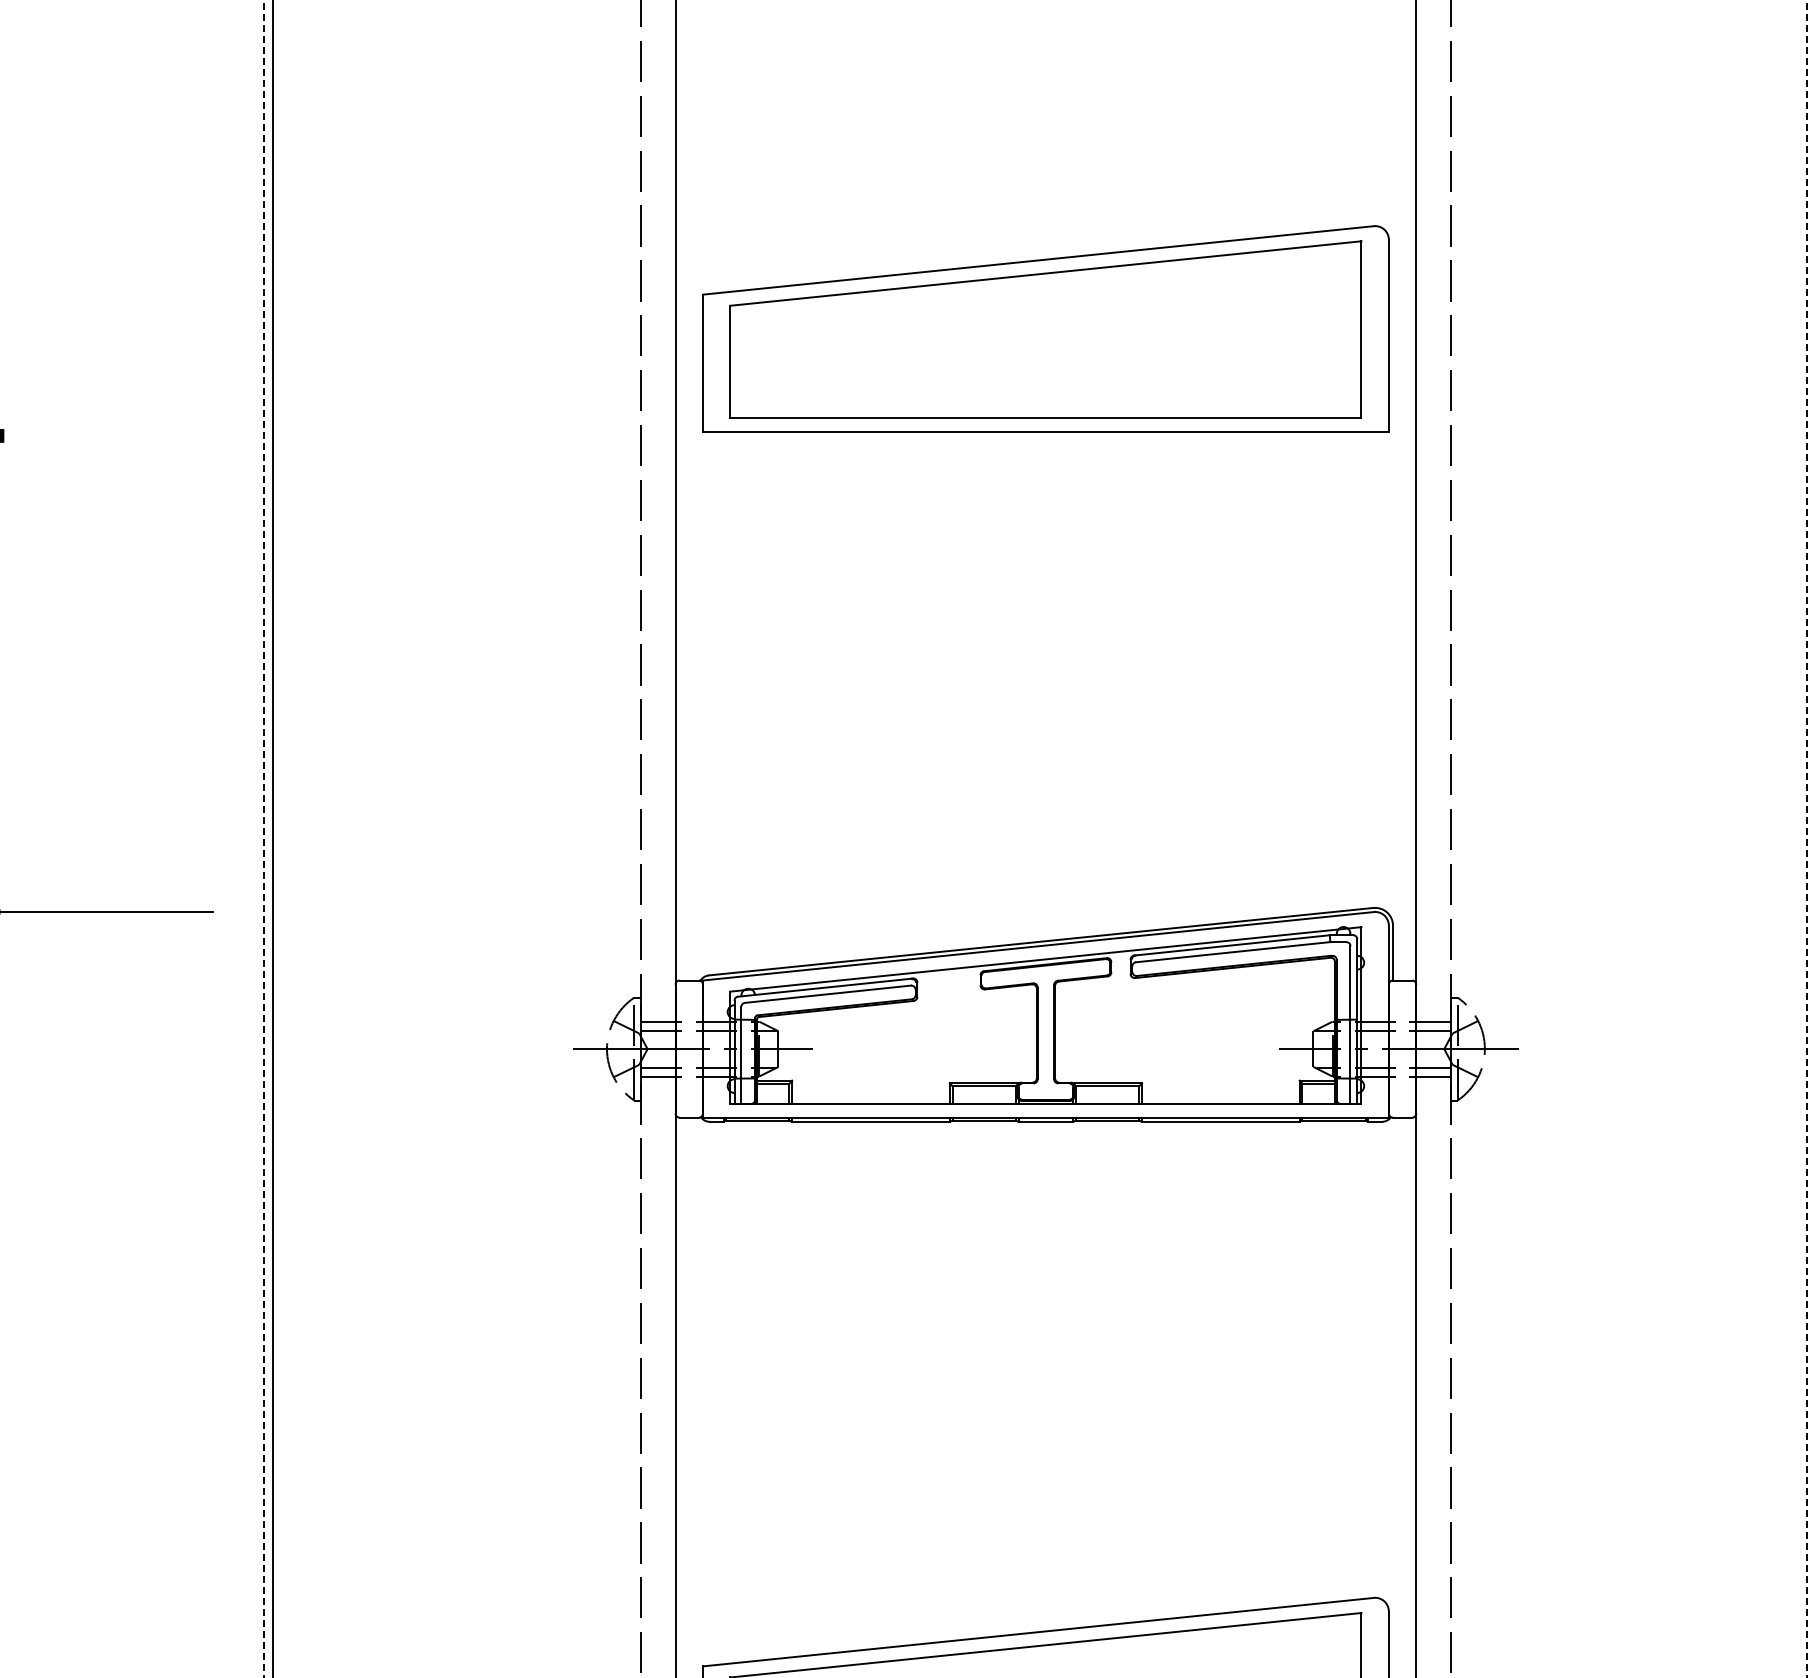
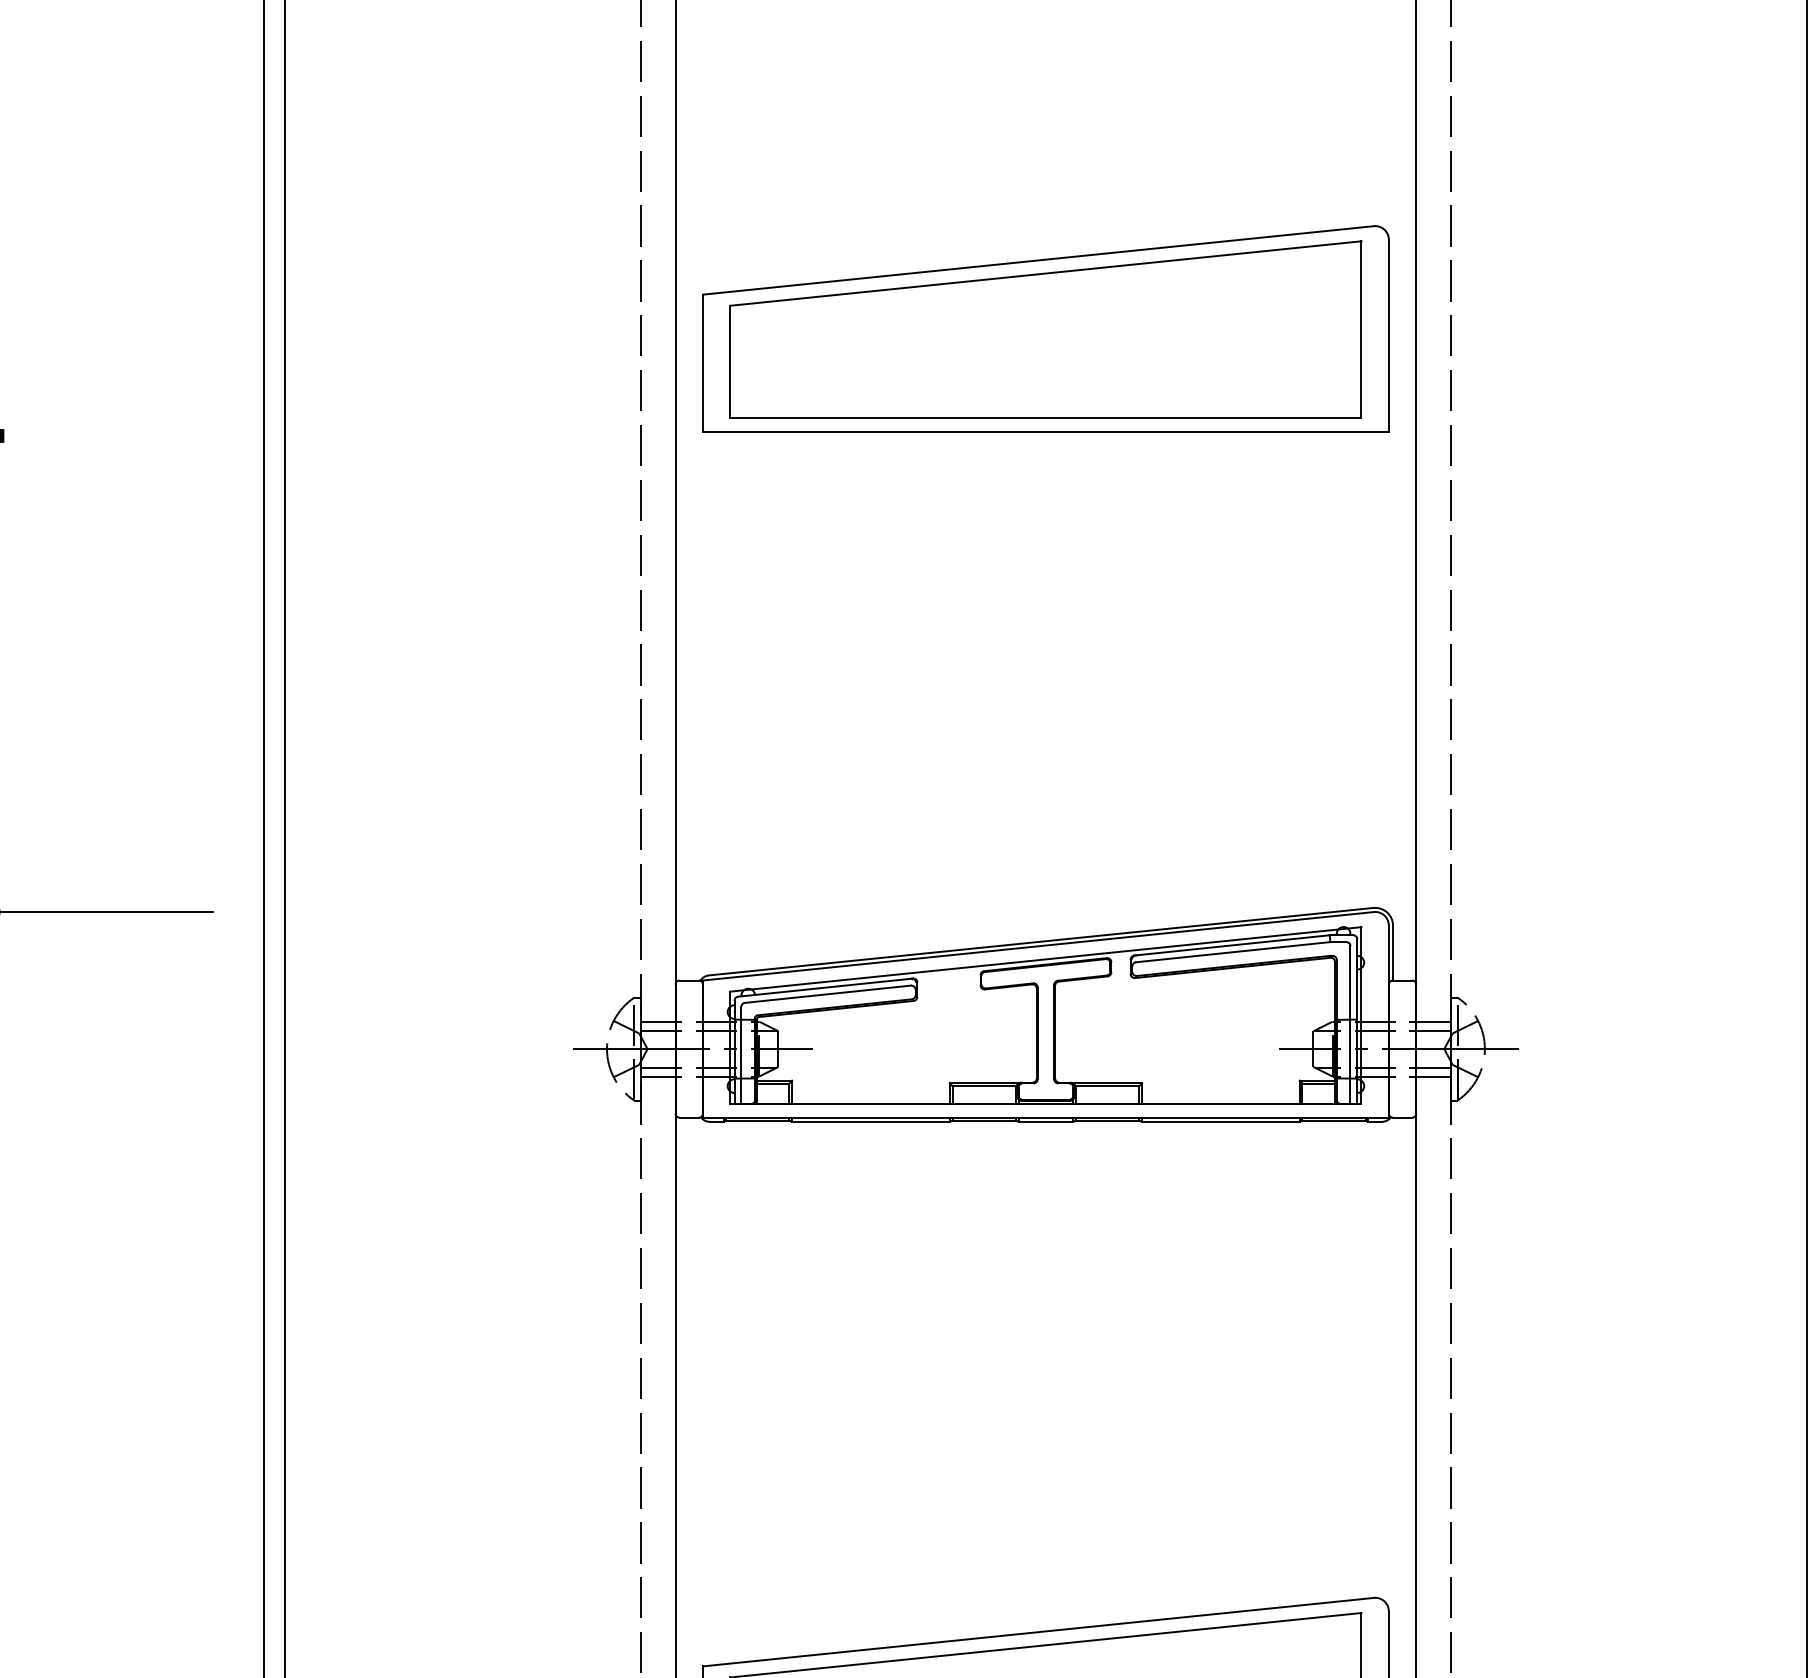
line at (264, 838): dashed -> solid
line at (272, 838) position: (272, 838) -> (284, 838)
line at (1807, 838): dashed -> solid
